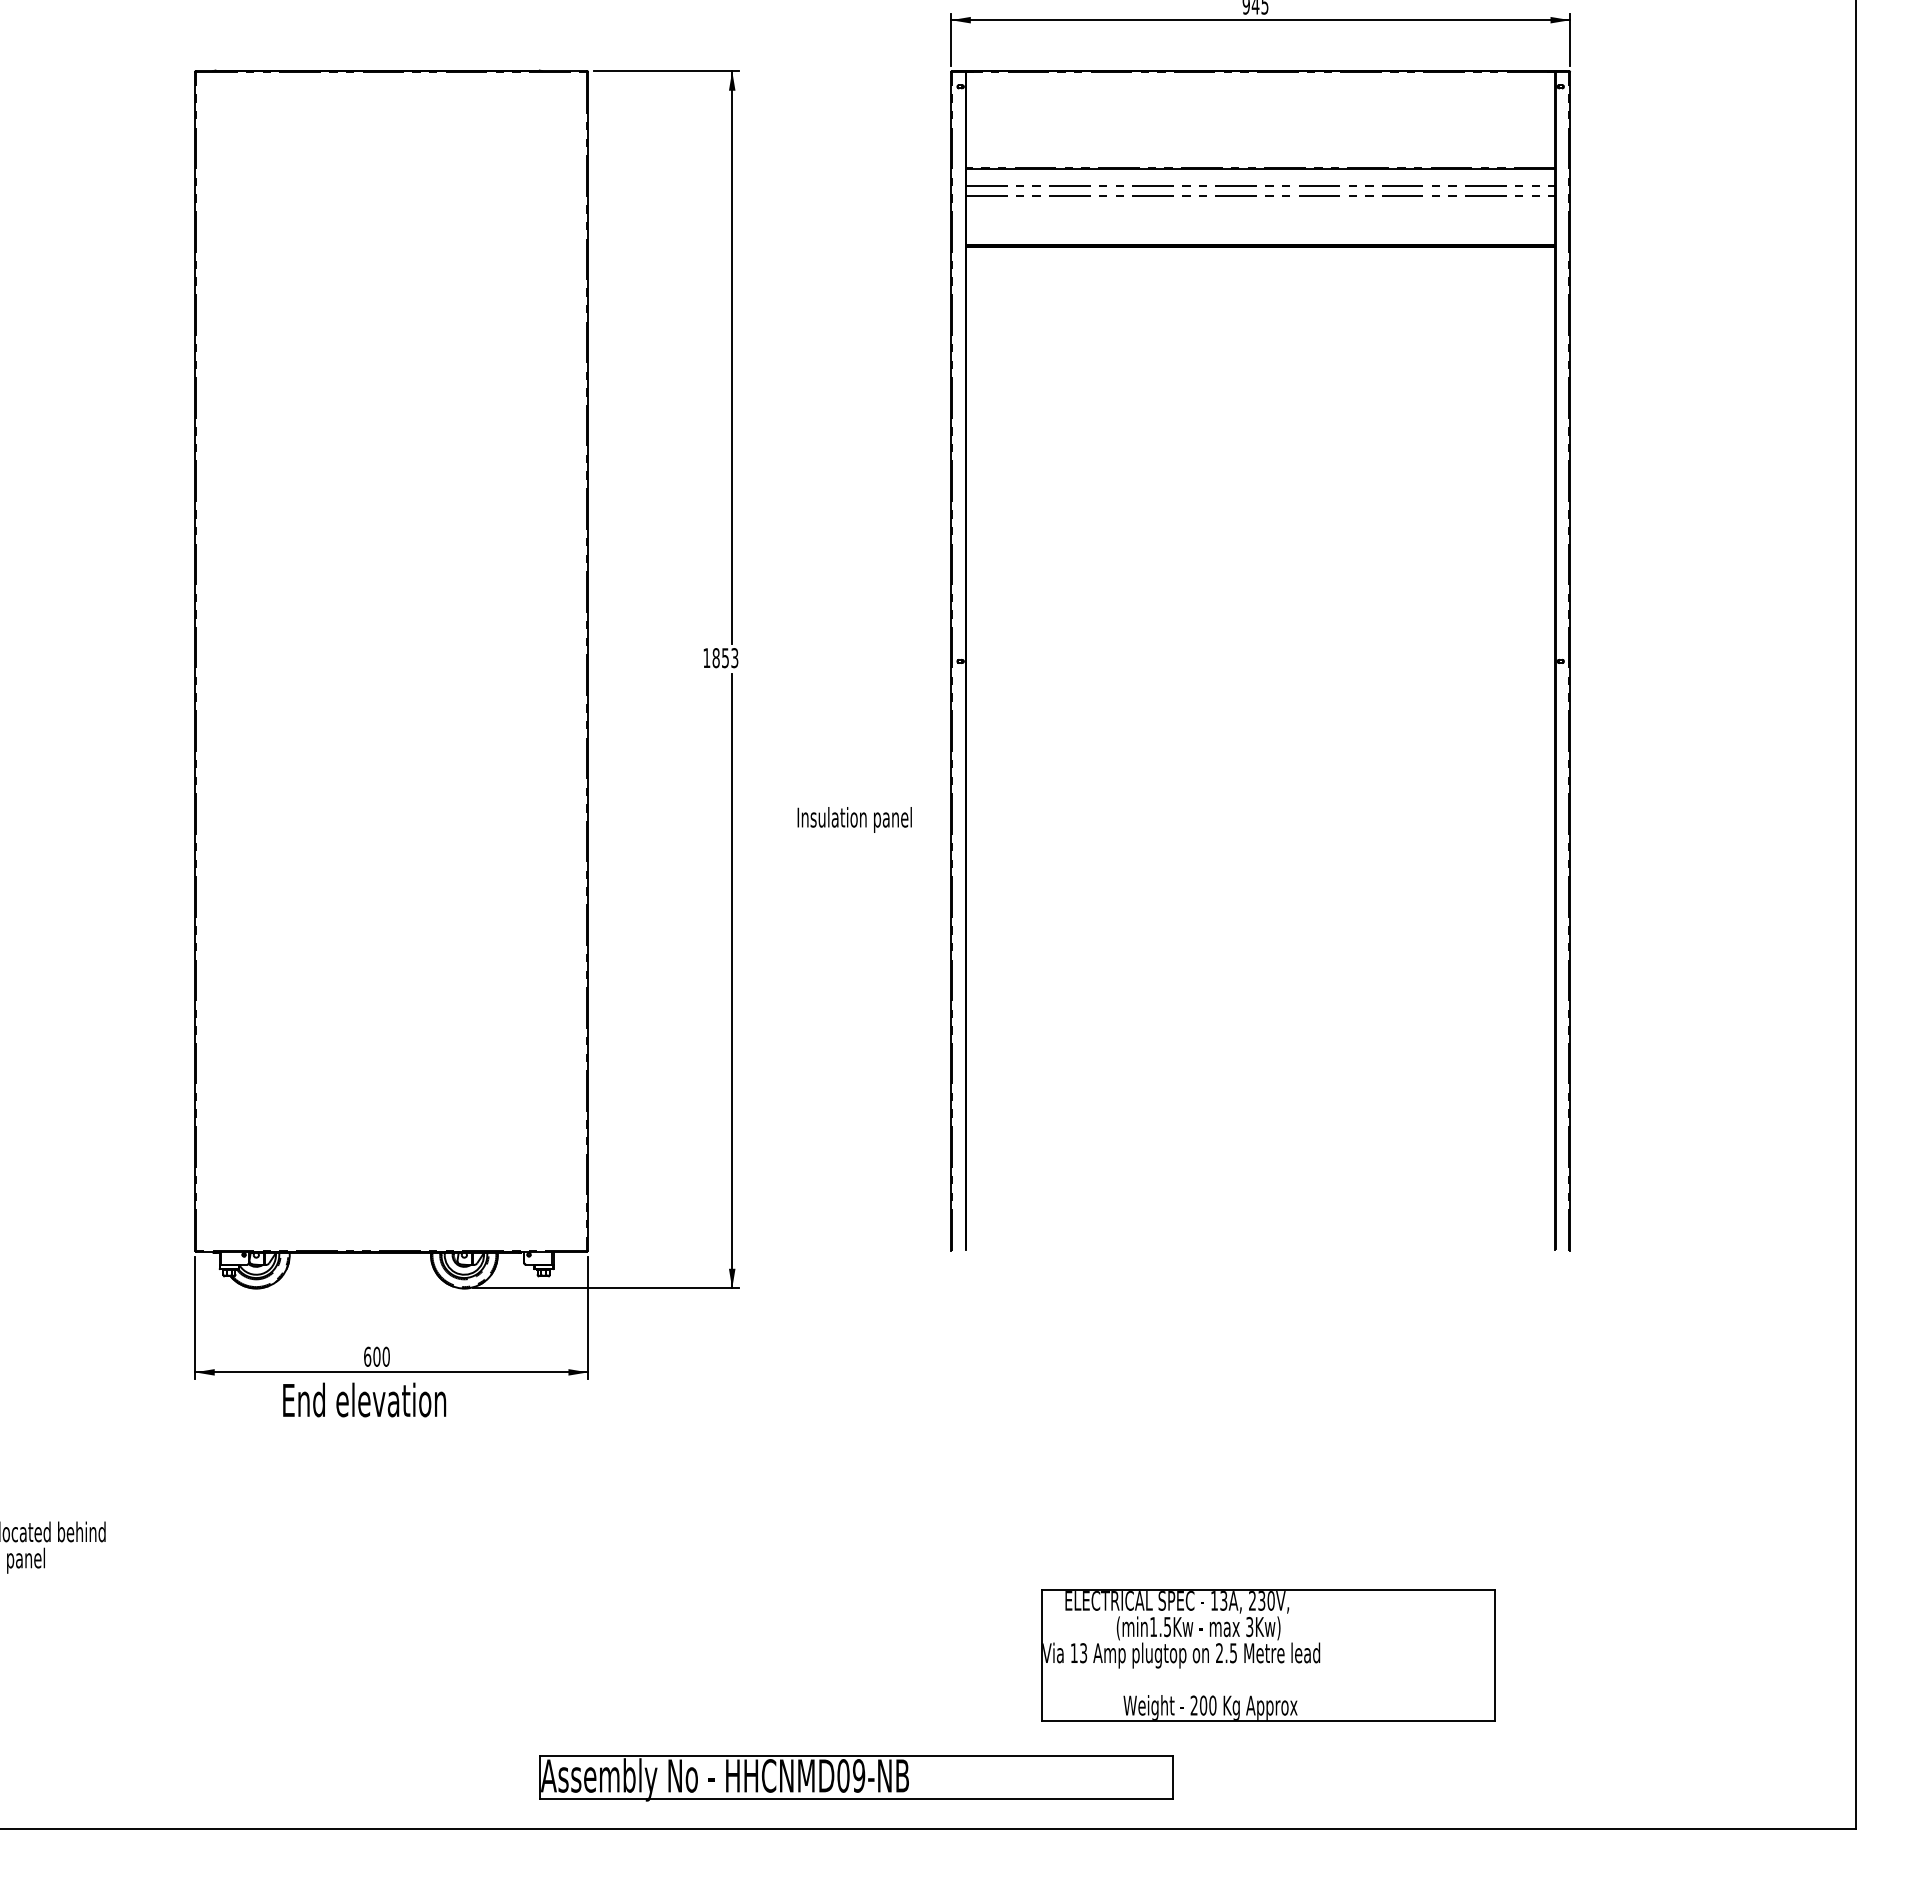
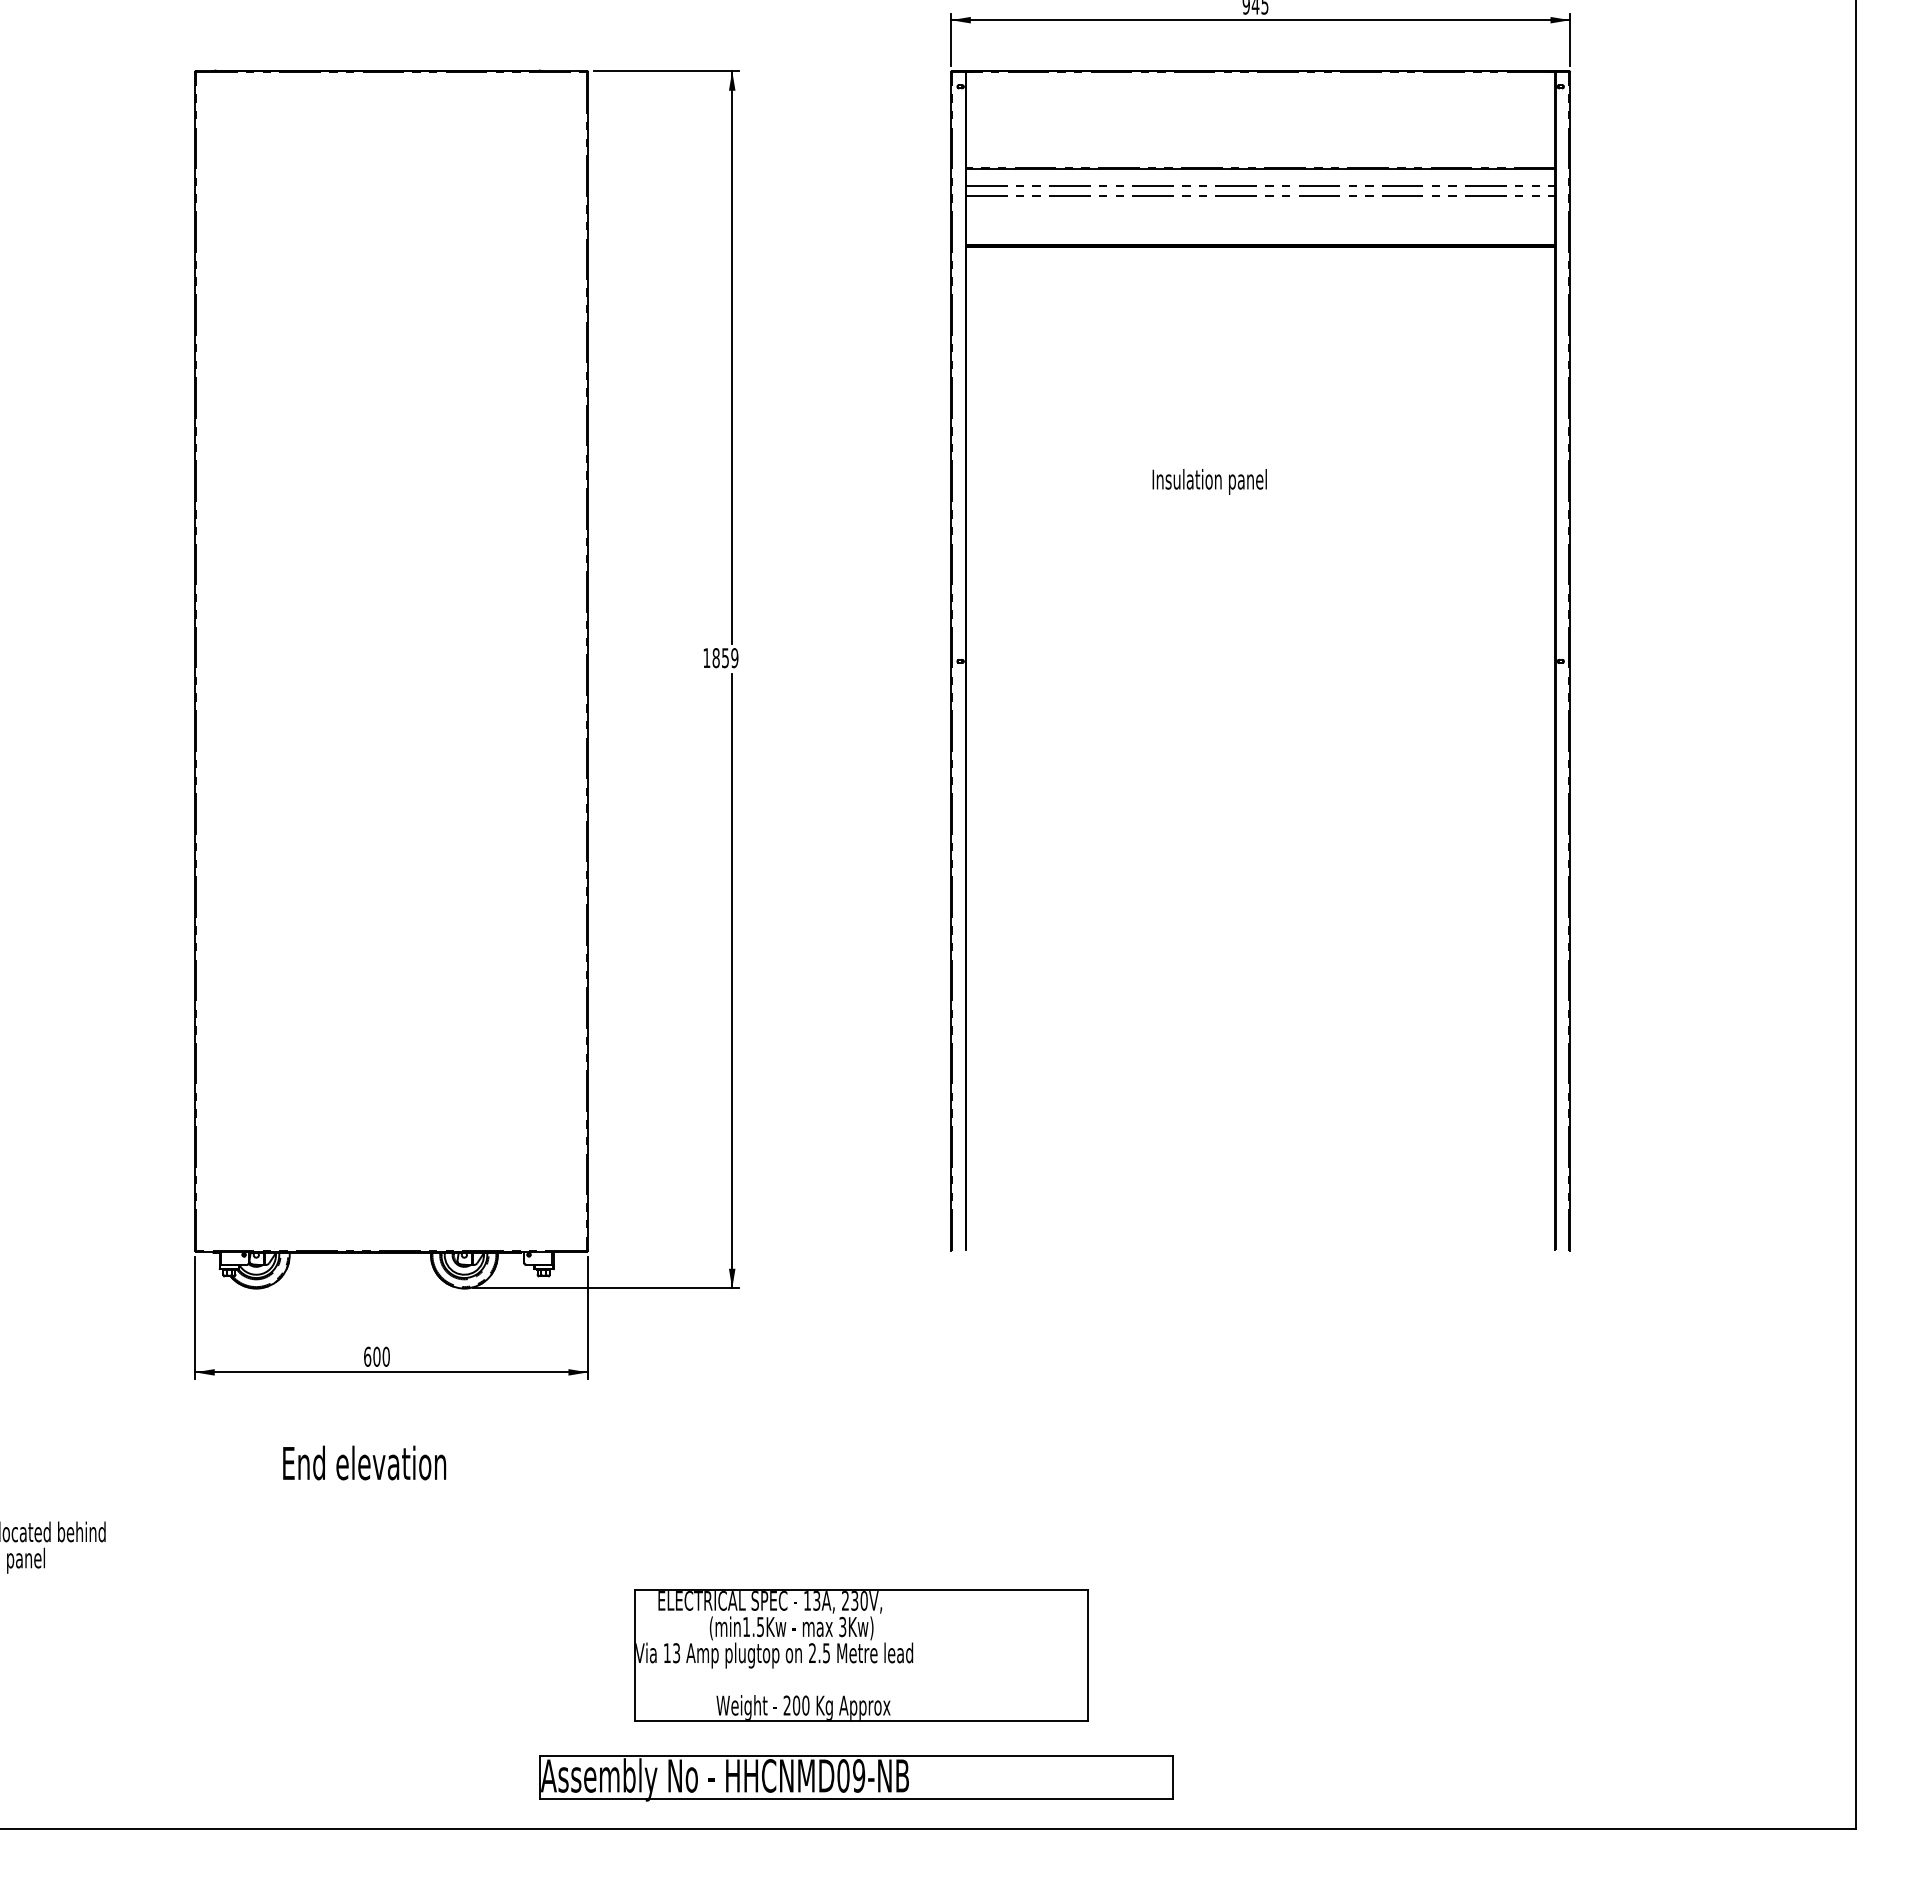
text at (734, 657): 1853 -> 1859
text at (854, 819) position: (854, 819) -> (1209, 481)
text at (364, 1399) position: (364, 1399) -> (364, 1462)
part at (1268, 1655) position: (1268, 1655) -> (861, 1655)
